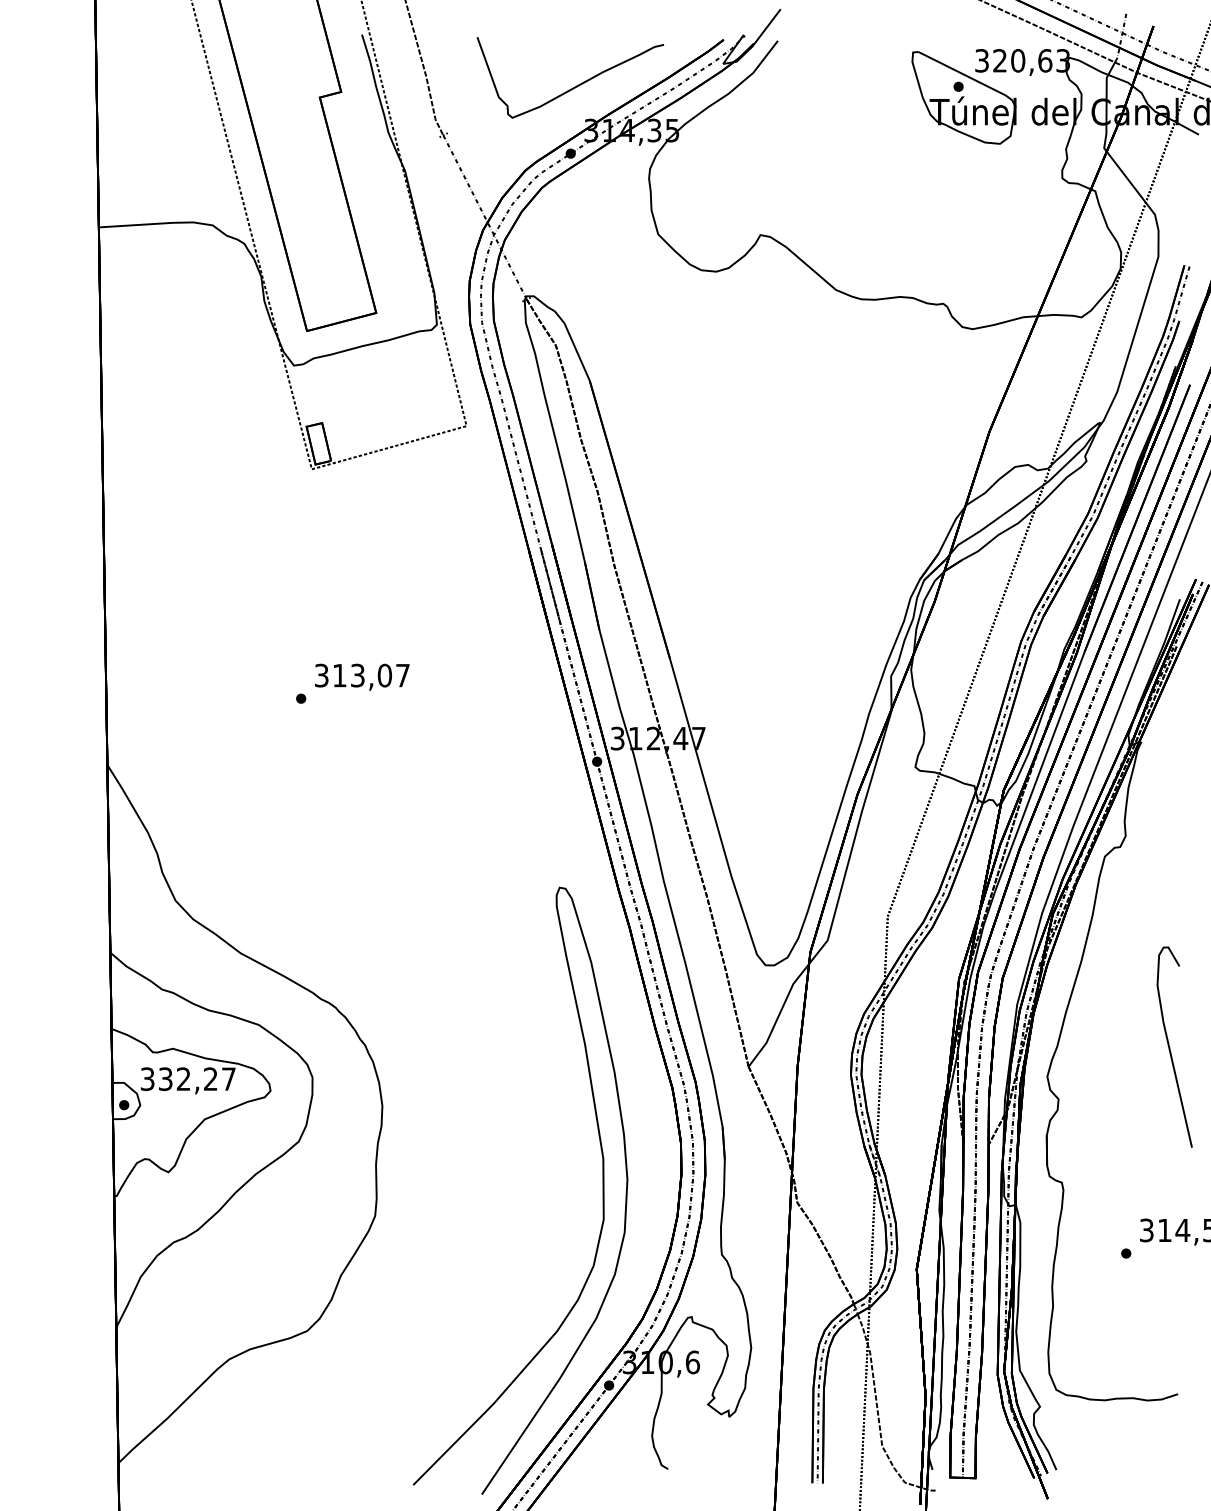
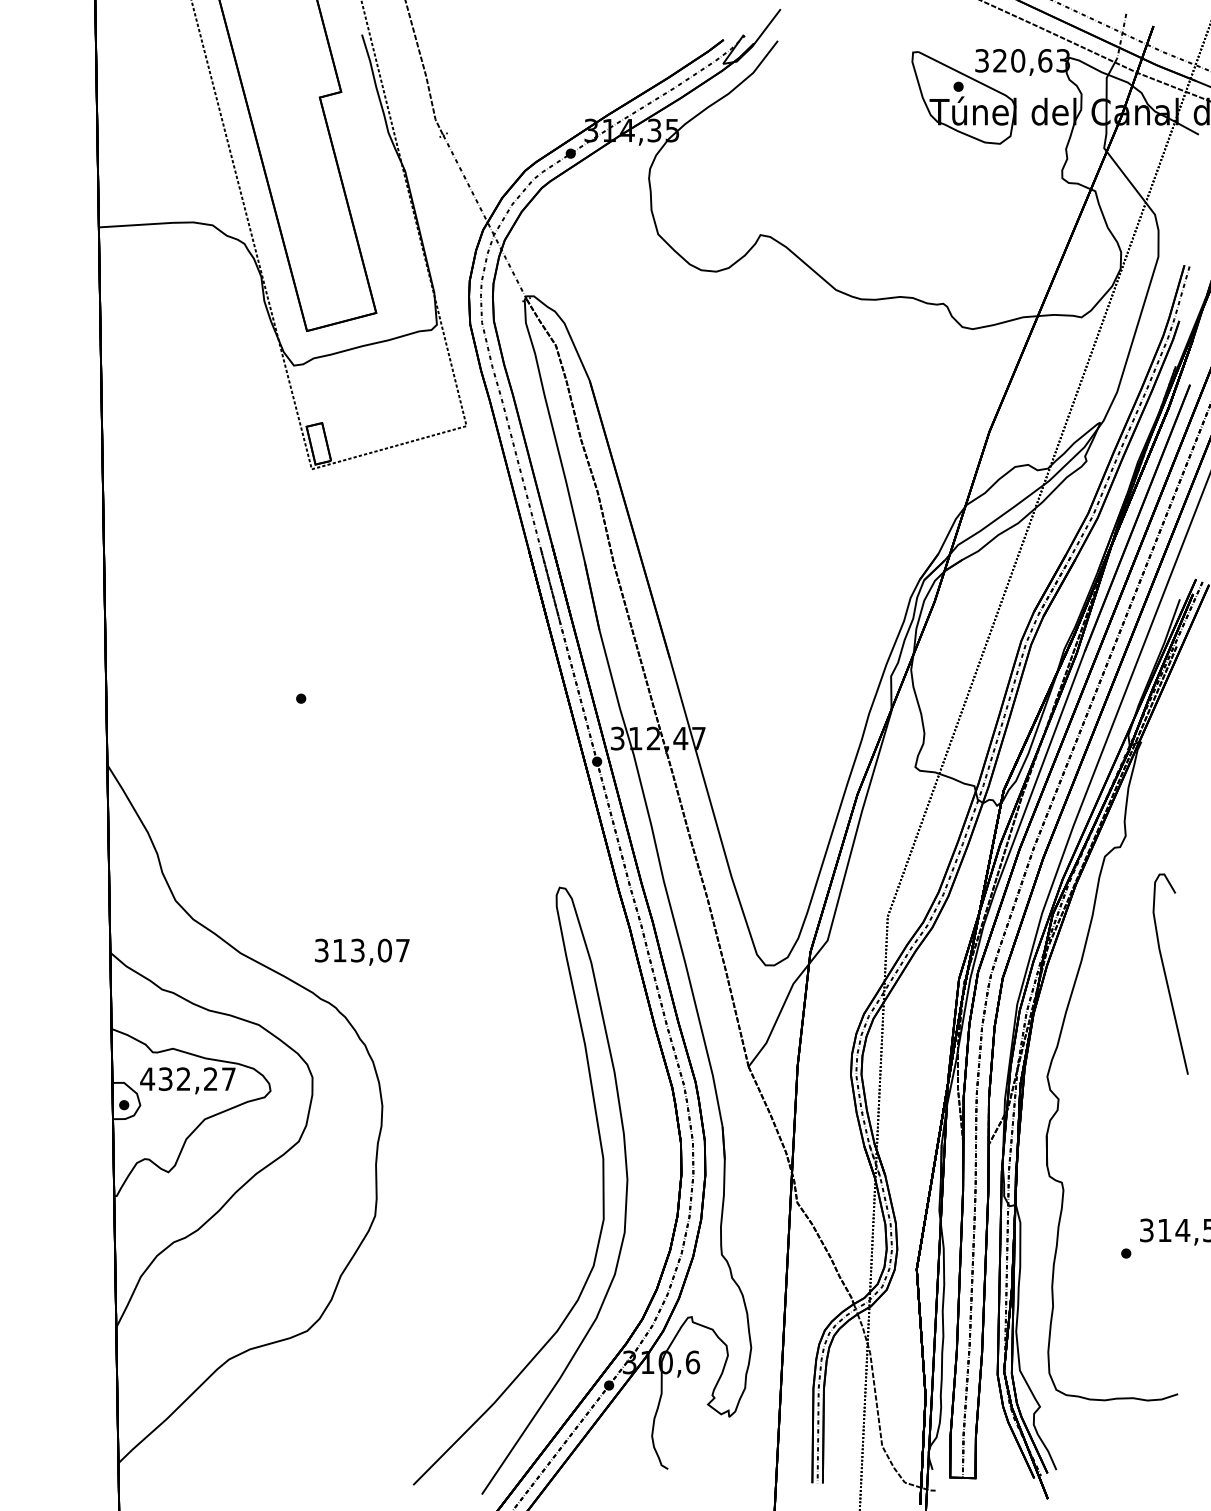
curve at (574, 86): present -> none
text at (362, 676) position: (362, 676) -> (362, 951)
curve at (1170, 1047) position: (1170, 1047) -> (1166, 974)
text at (147, 1079): 332,27 -> 432,27
